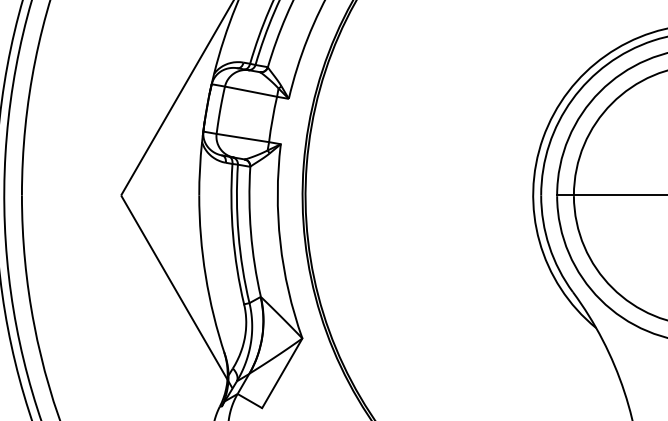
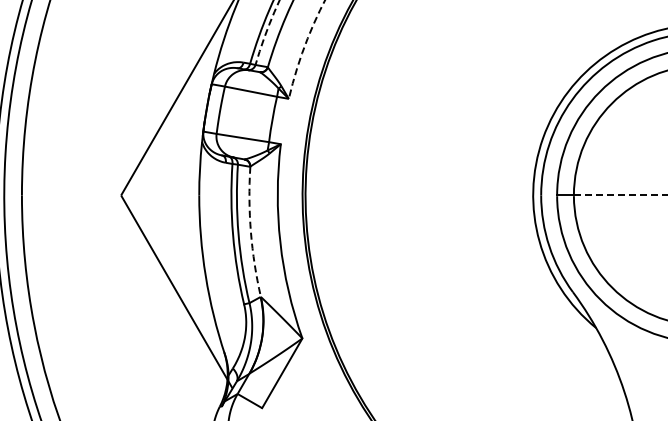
arc at (266, 32): solid -> dashed
arc at (303, 48): solid -> dashed
line at (620, 195): solid -> dashed
arc at (250, 232): solid -> dashed
